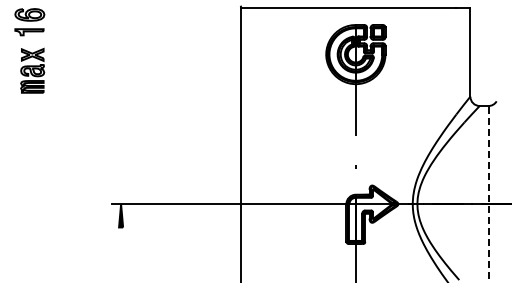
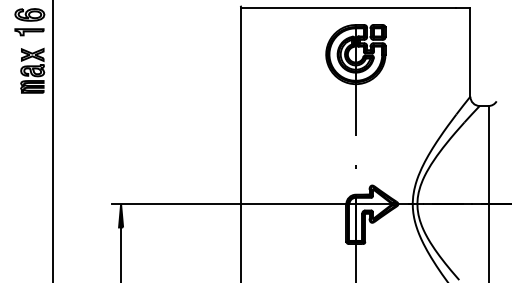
line at (52, 140): none -> present
line at (488, 193): dashed -> solid
line at (121, 253): none -> present
